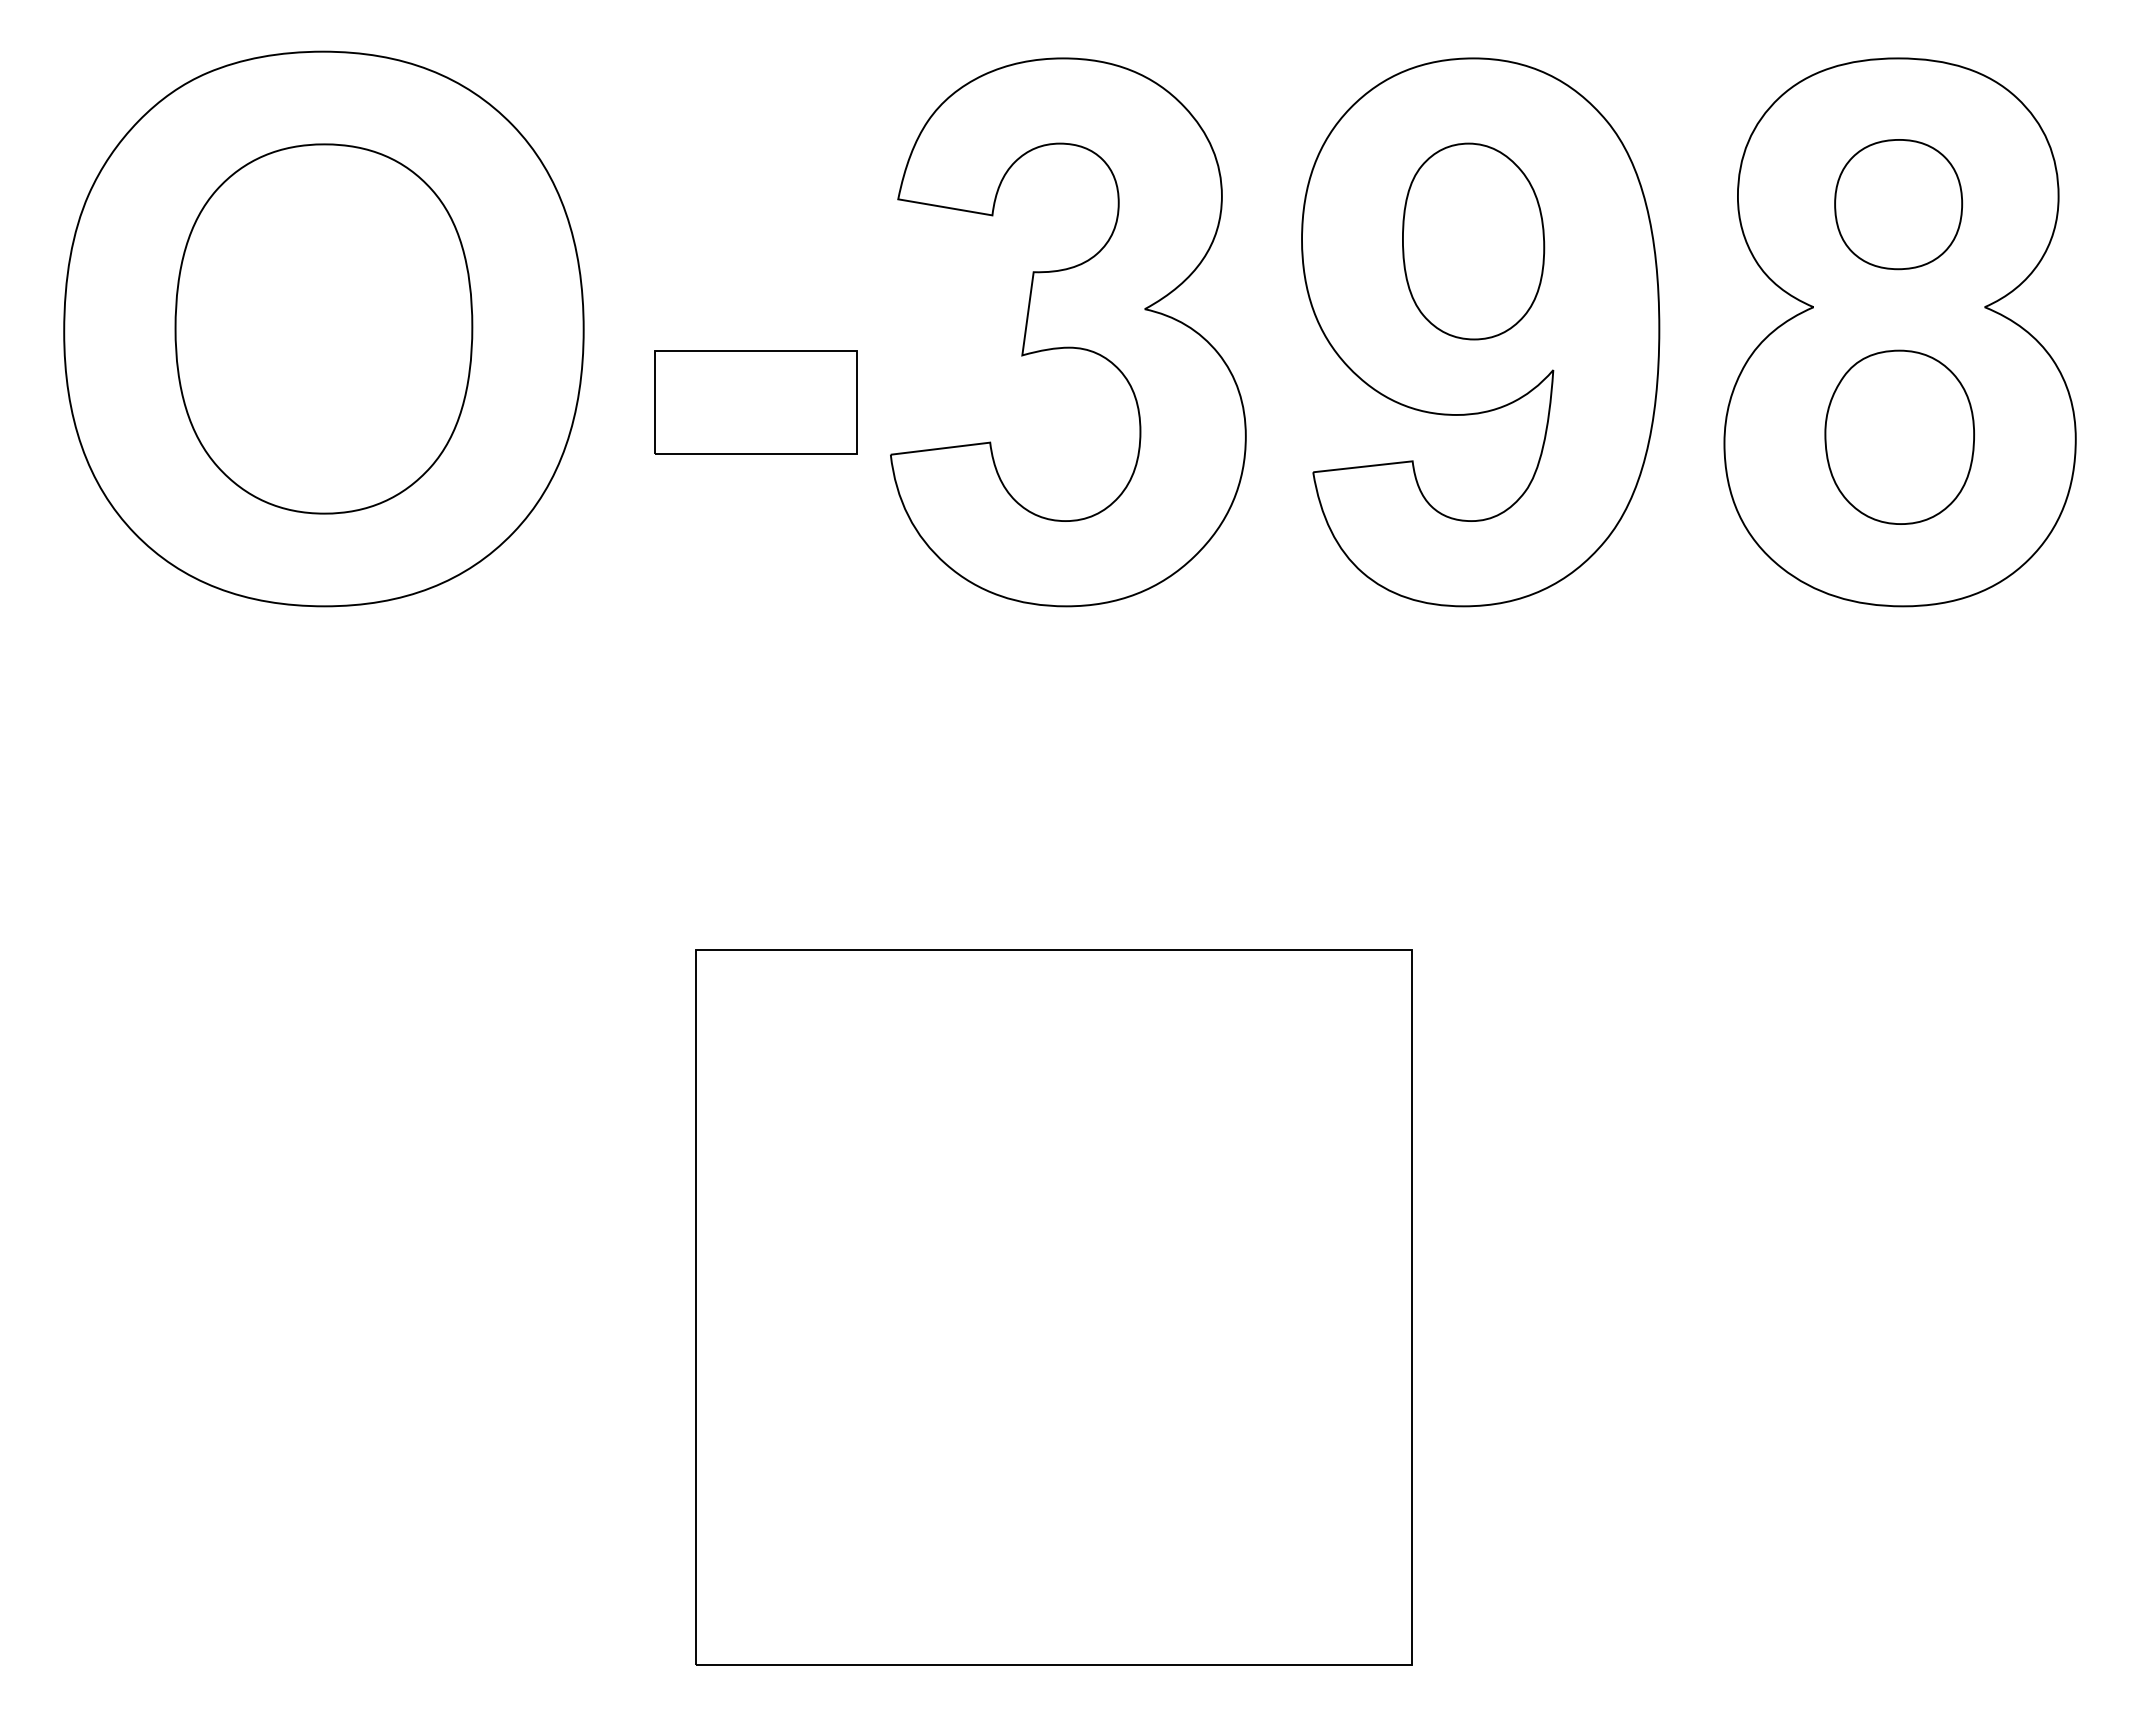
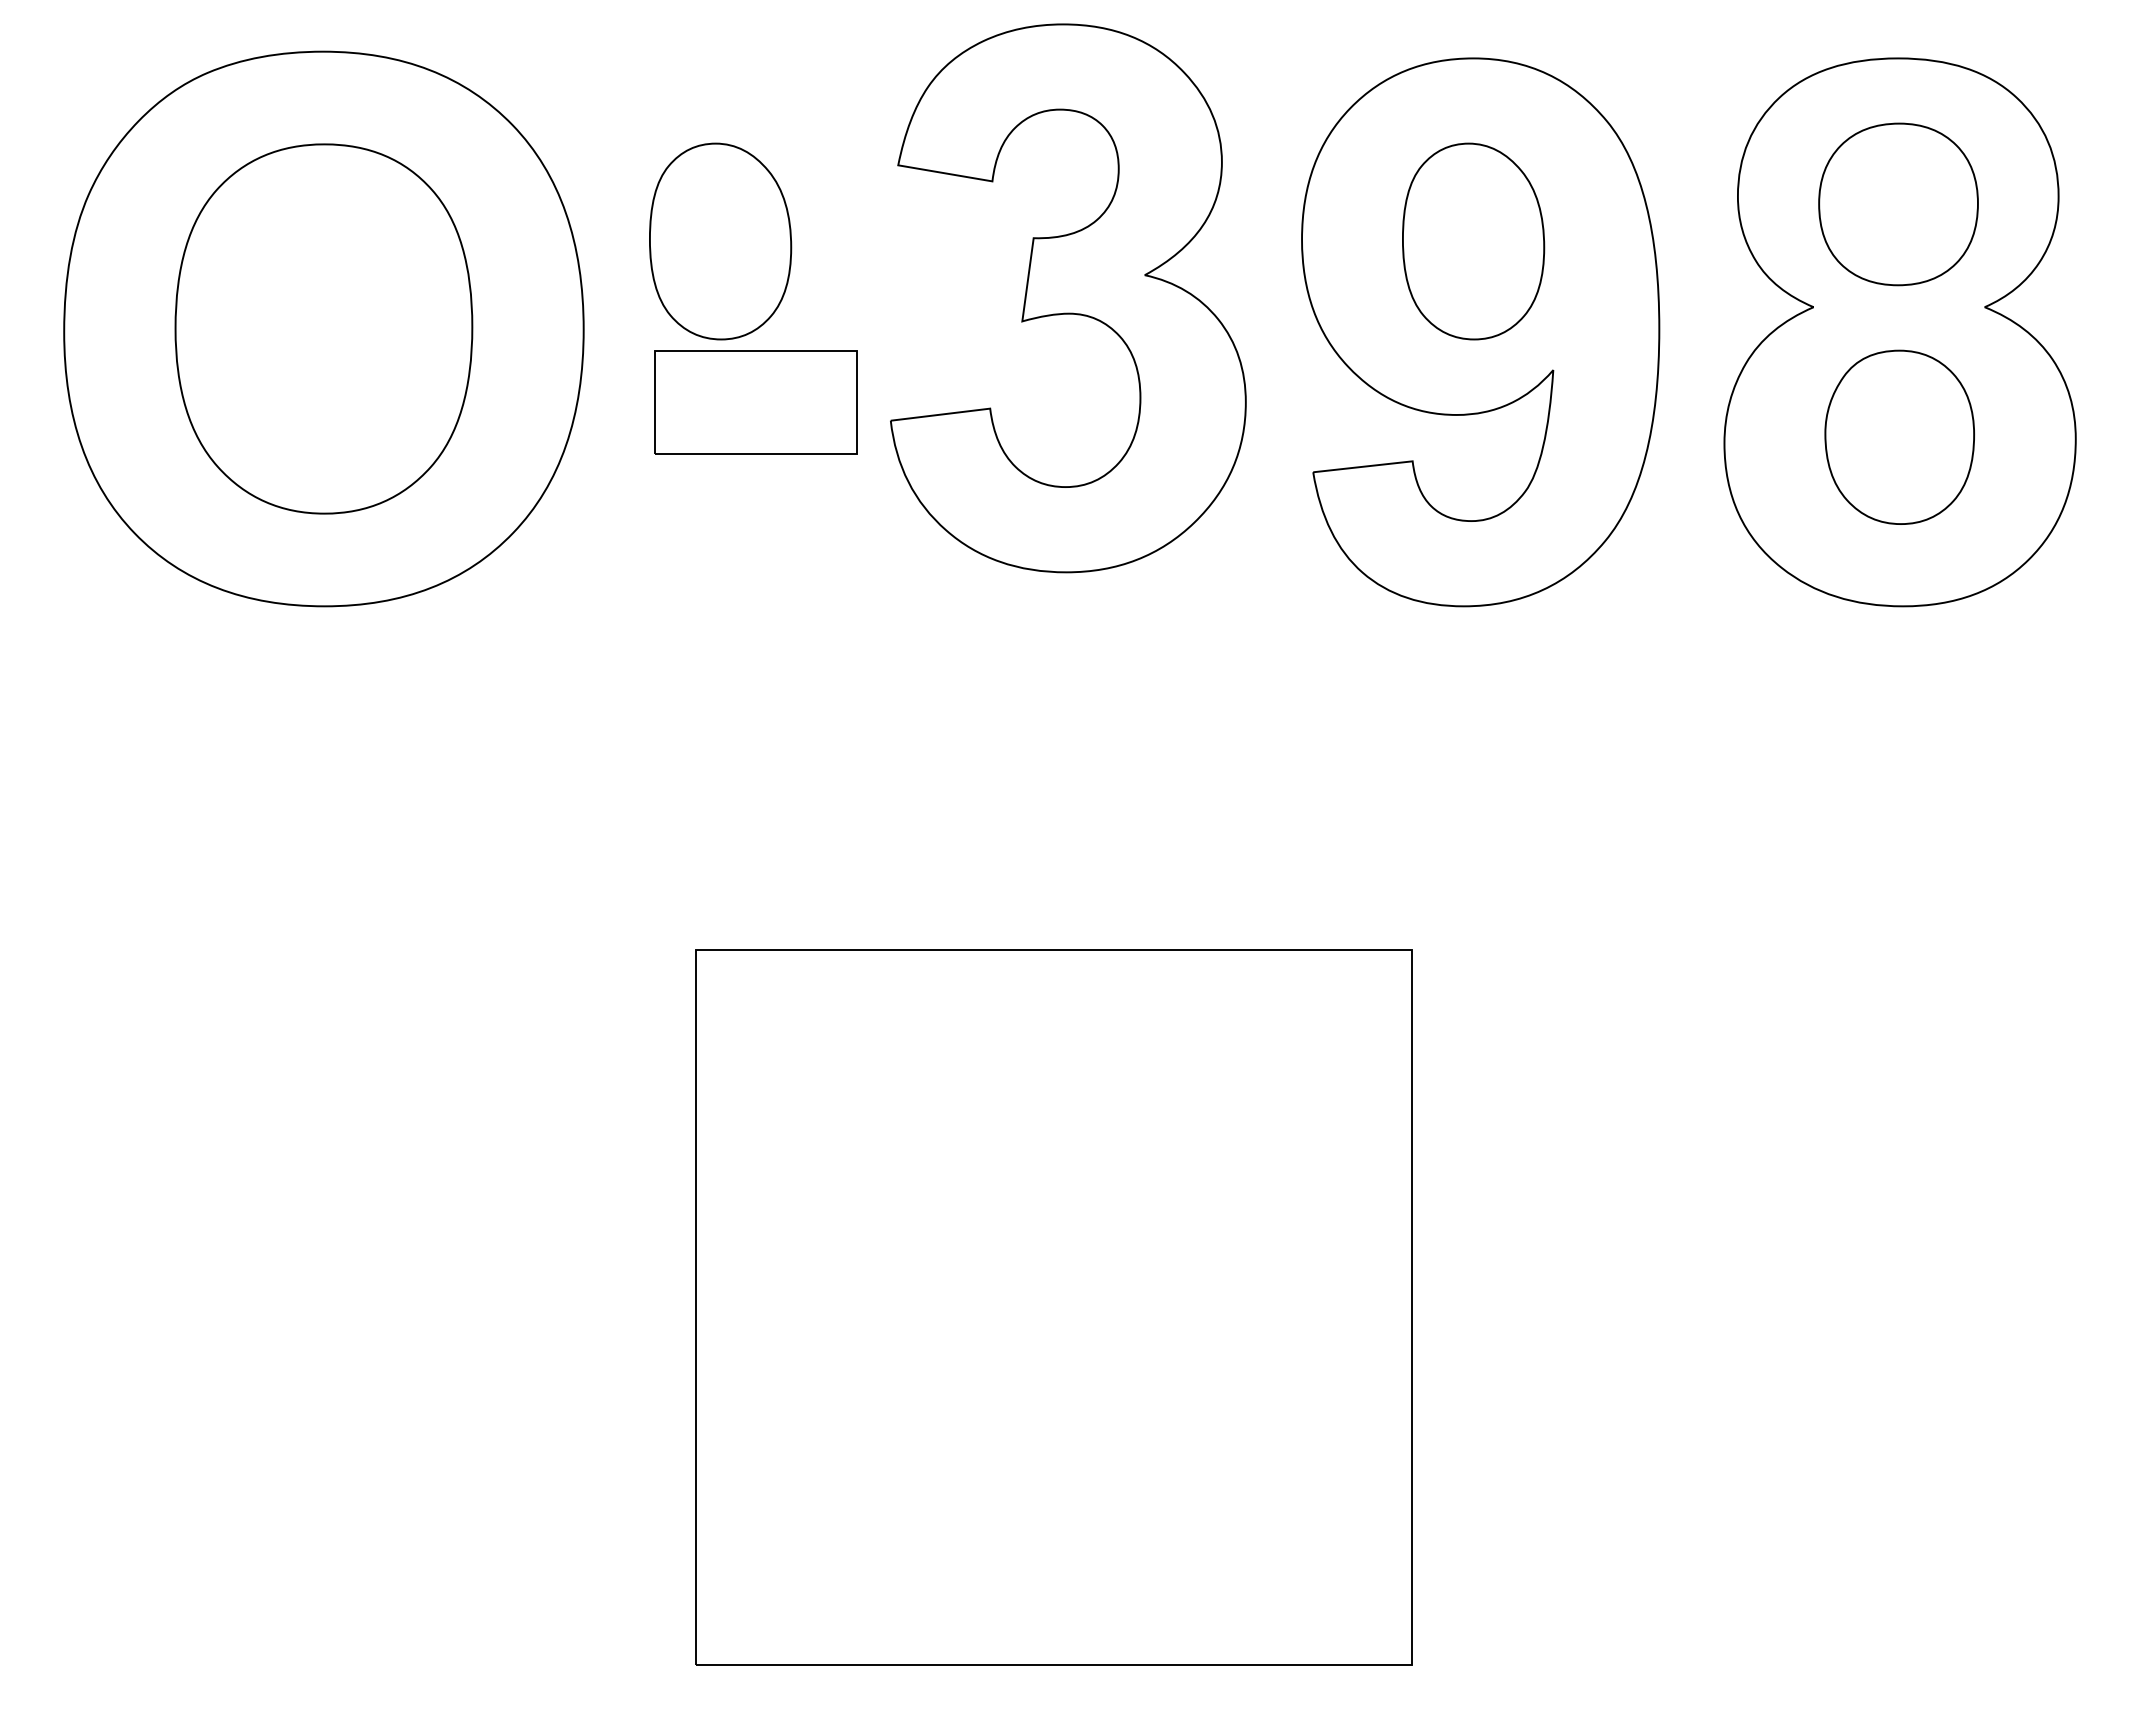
part at (1898, 204) size: 130x132 px -> 161x165 px
part at (720, 241): none -> present
part at (1068, 332) position: (1068, 332) -> (1068, 298)
